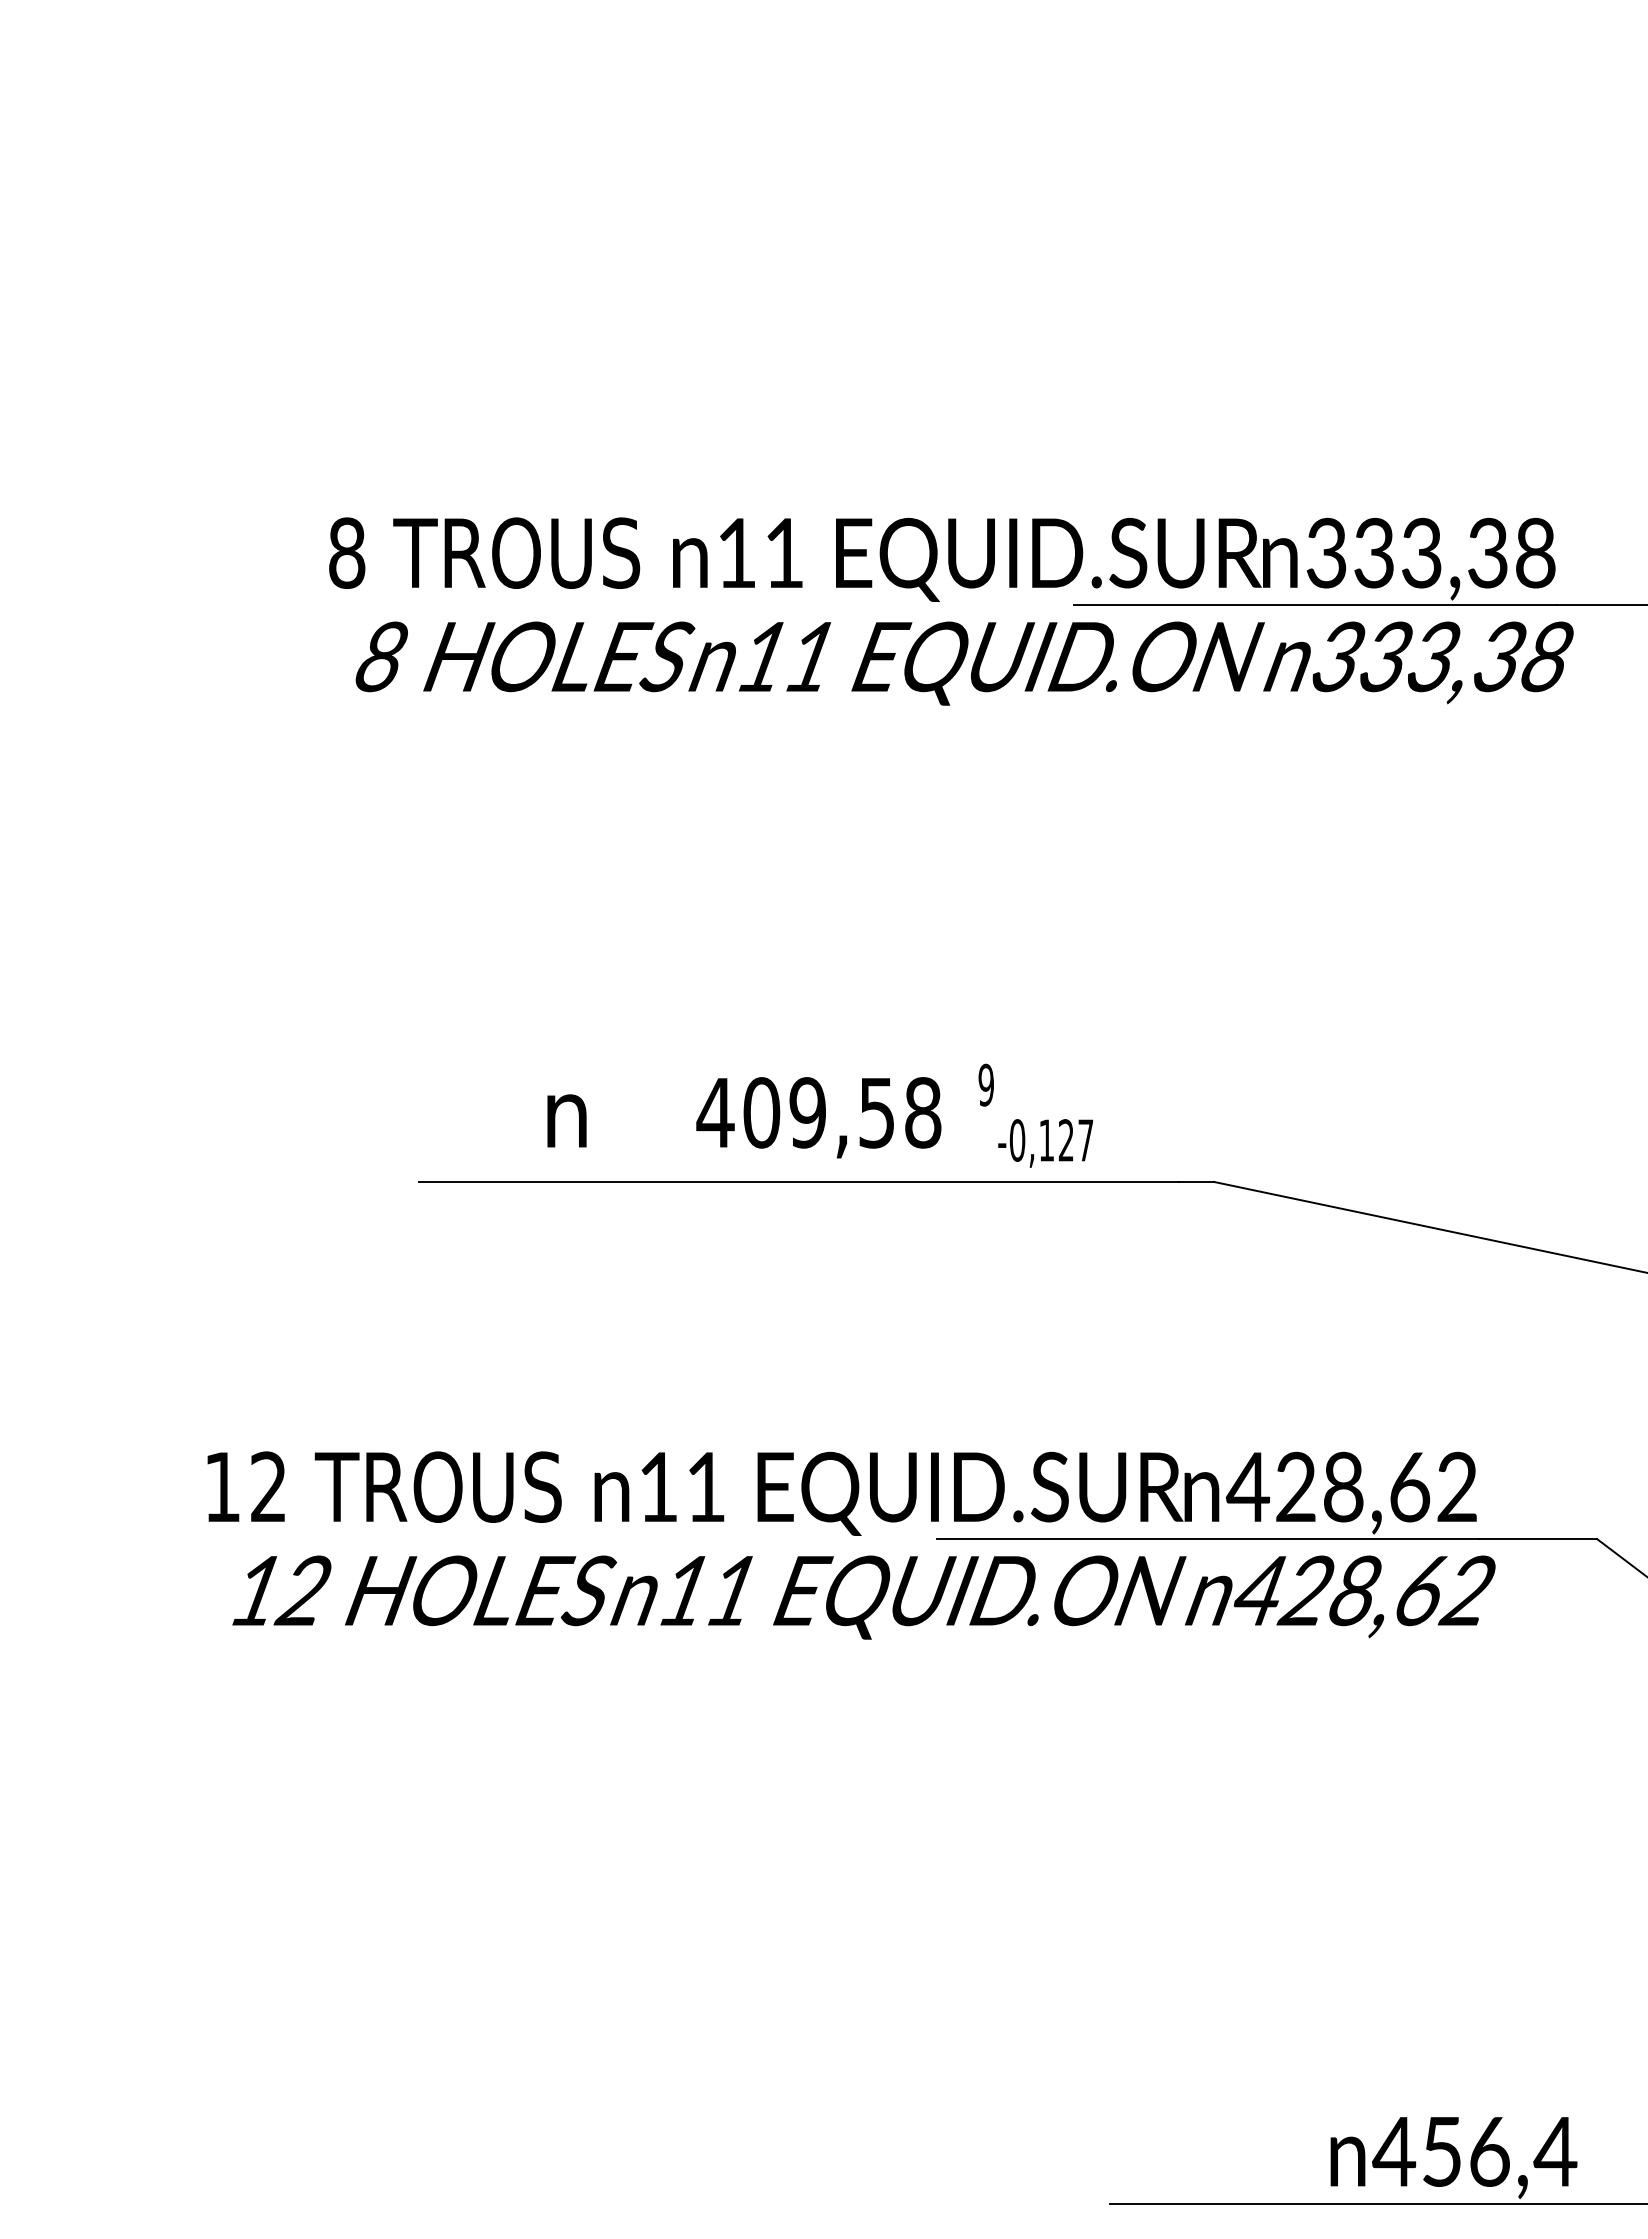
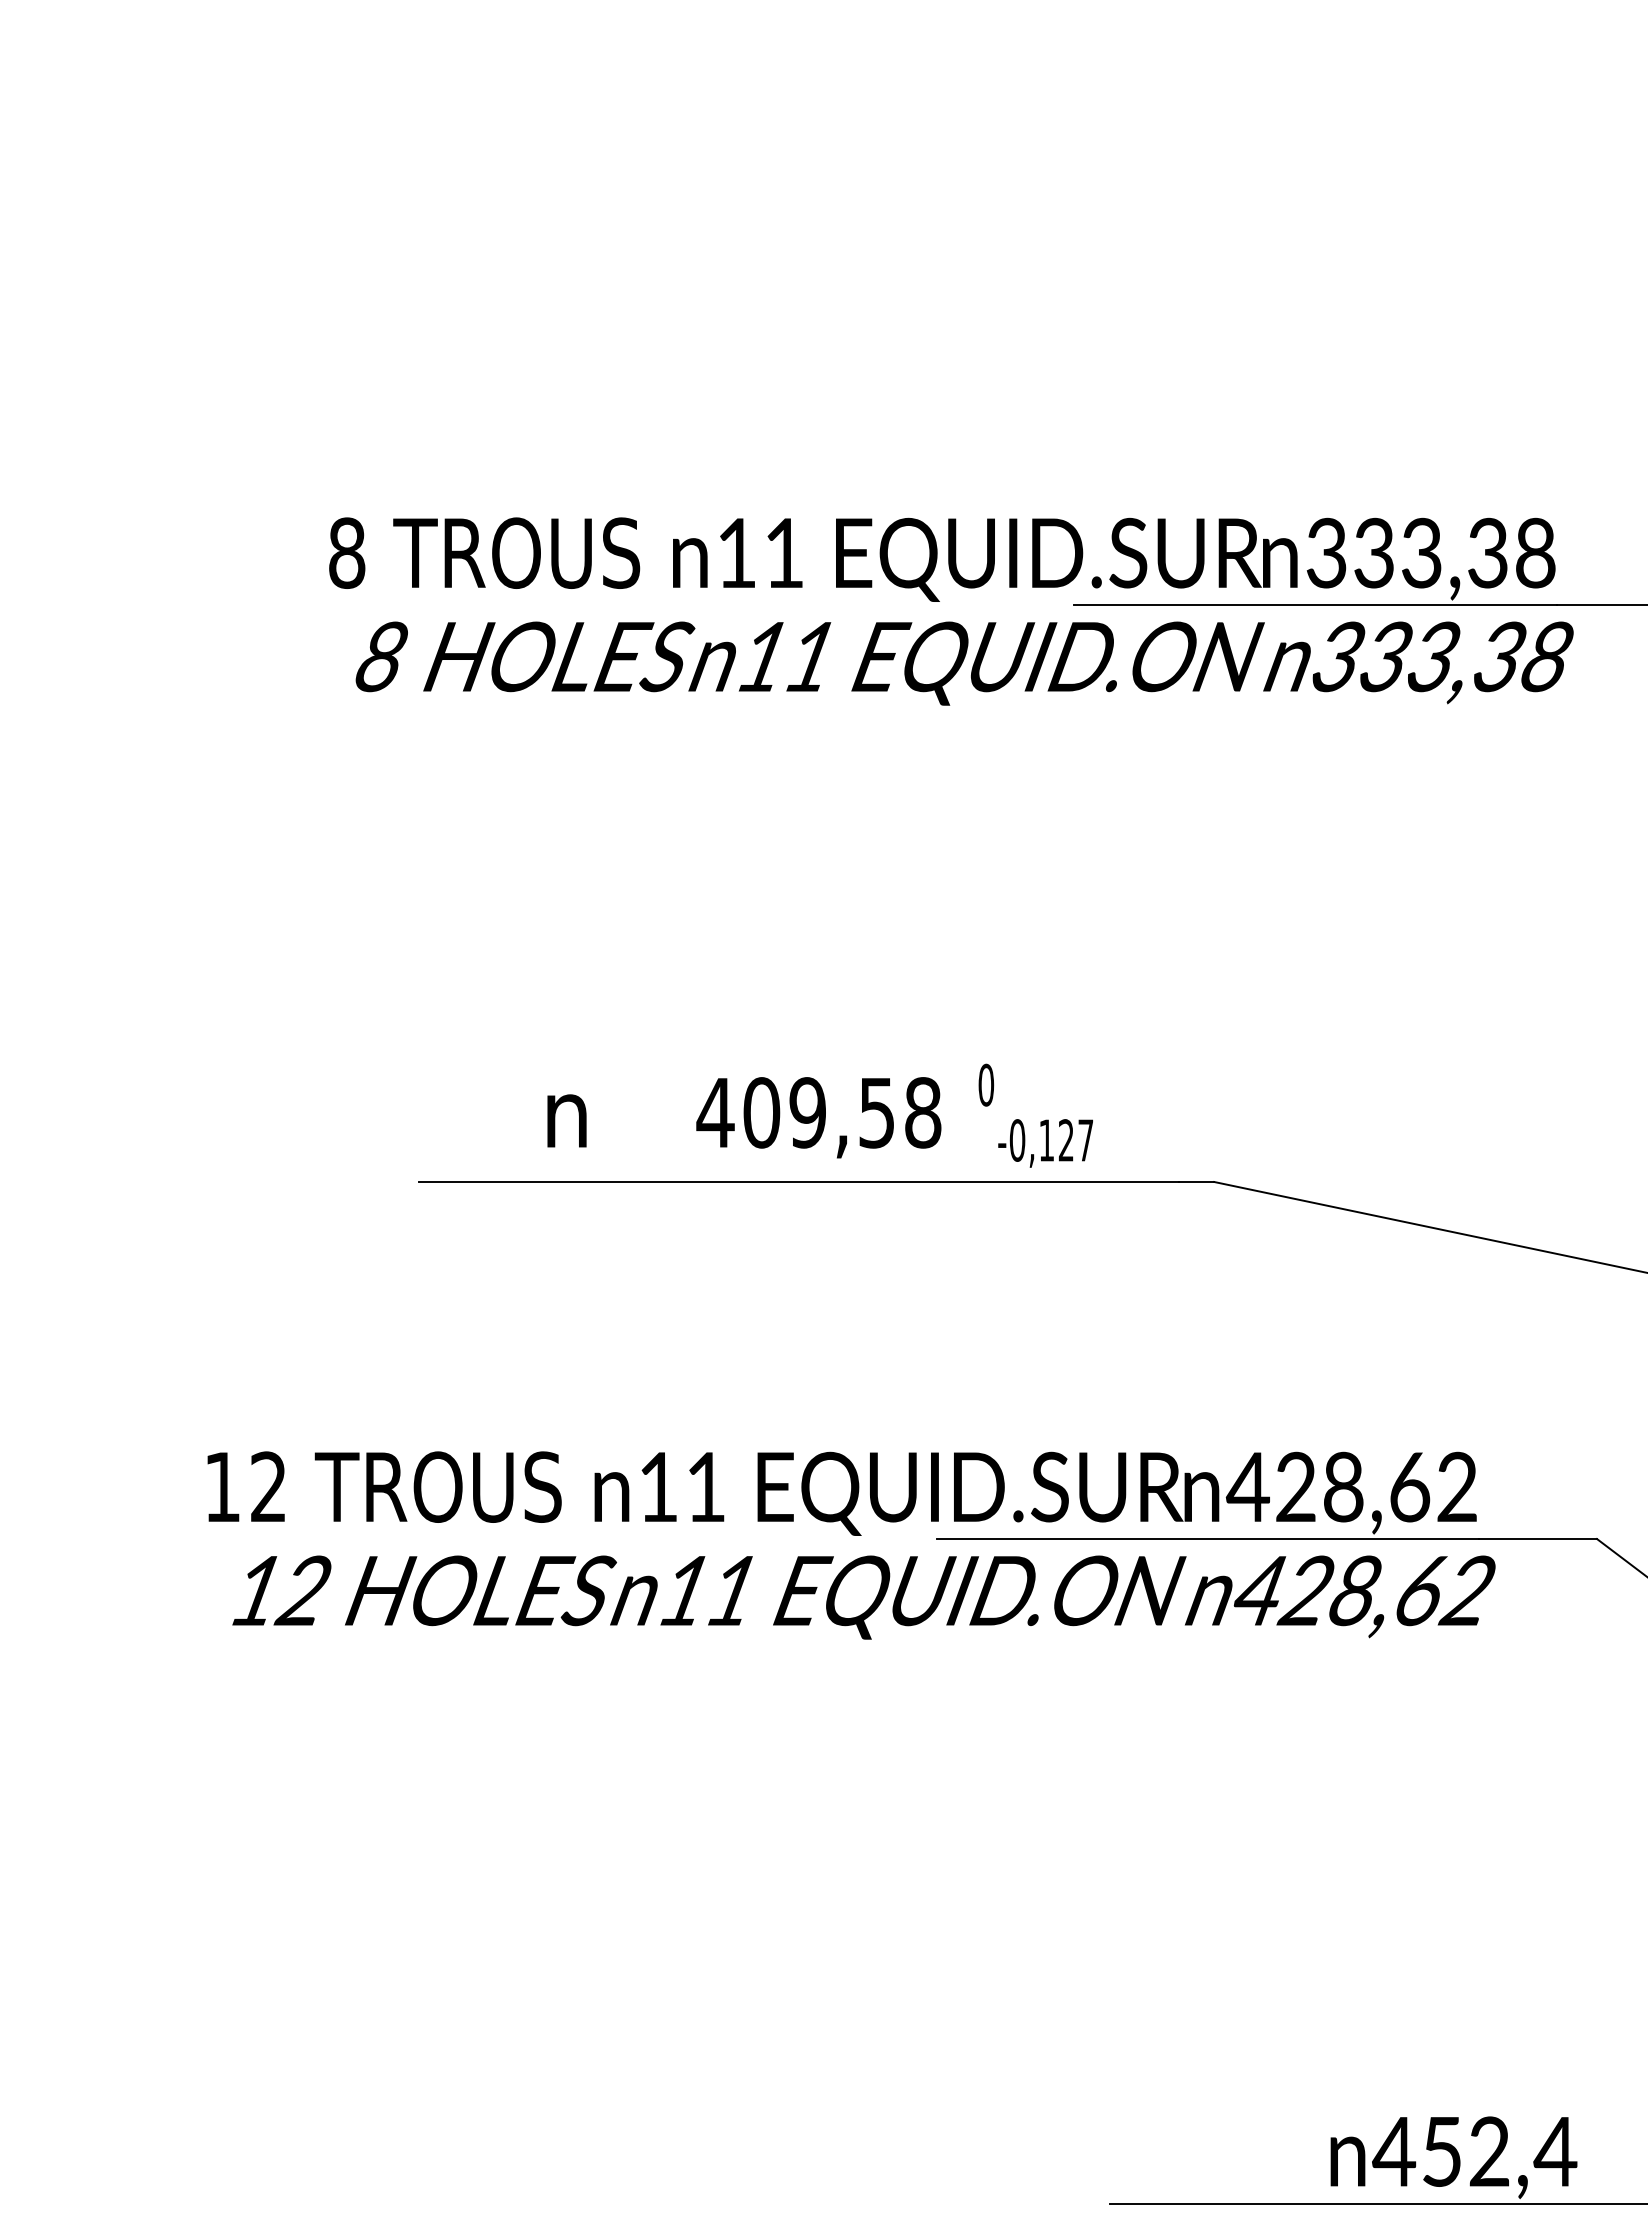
text at (986, 1085): 9 -> 0
text at (1489, 2151): 456,4 -> 452,4
